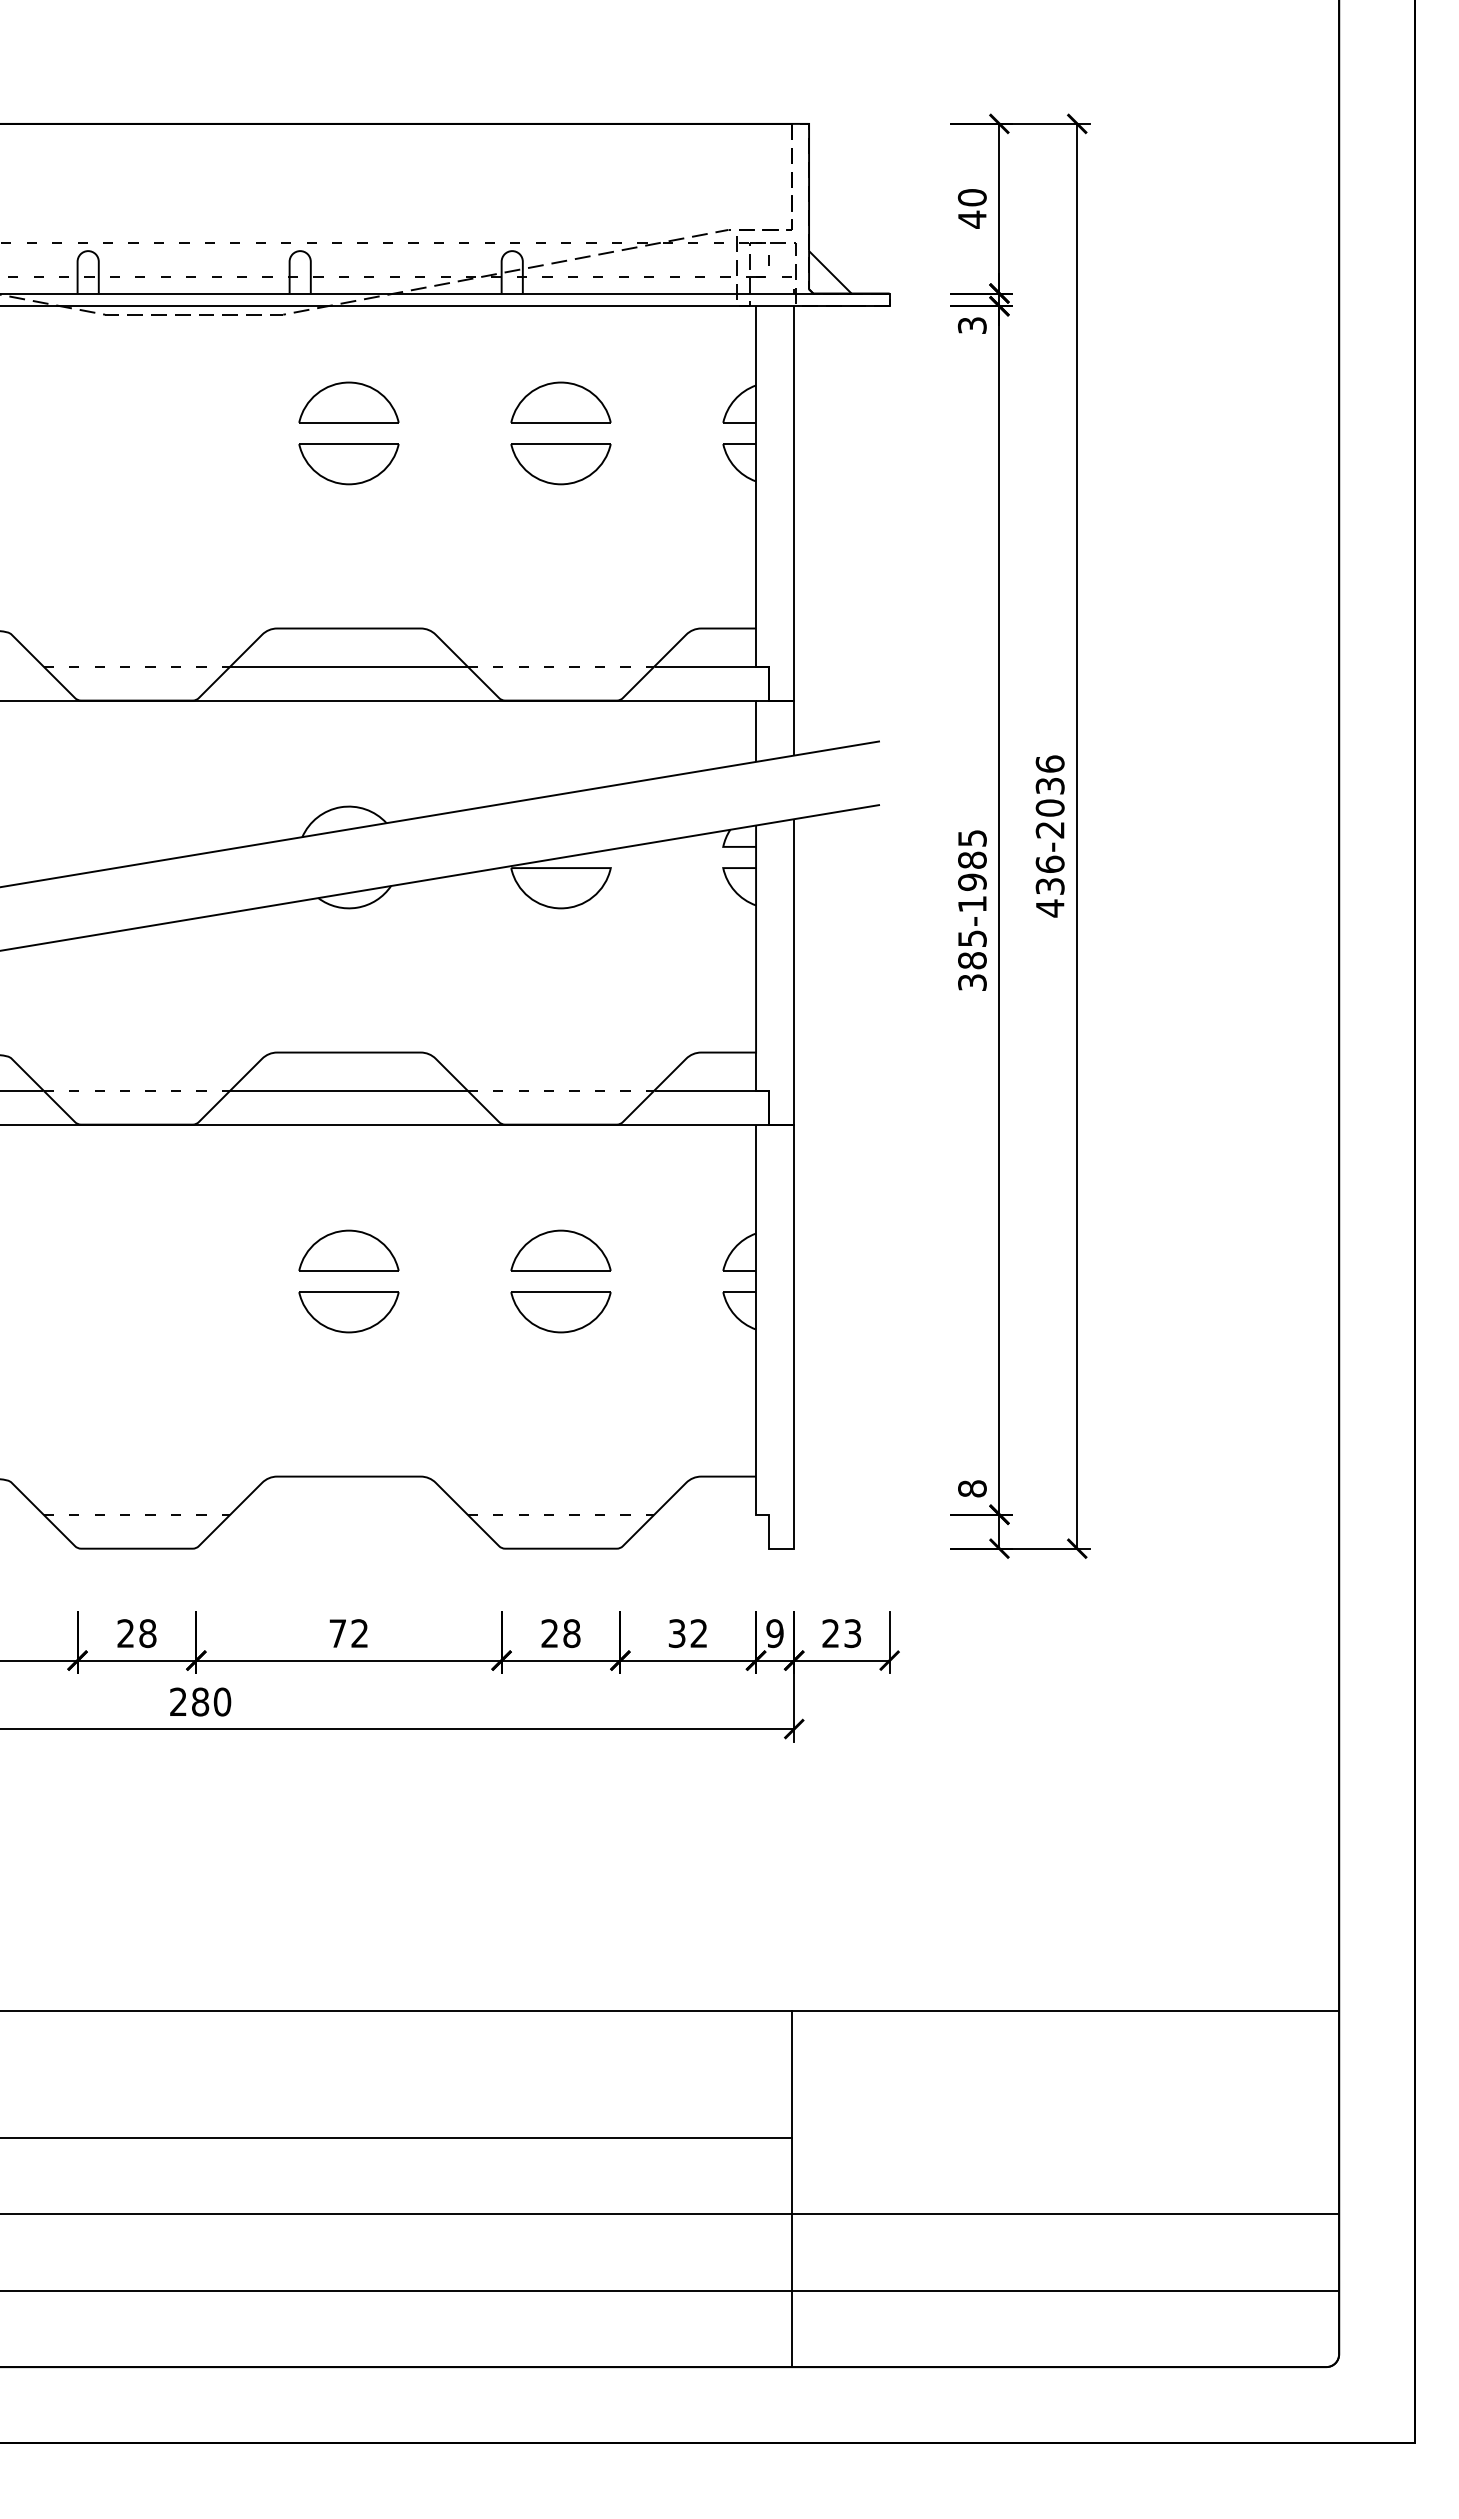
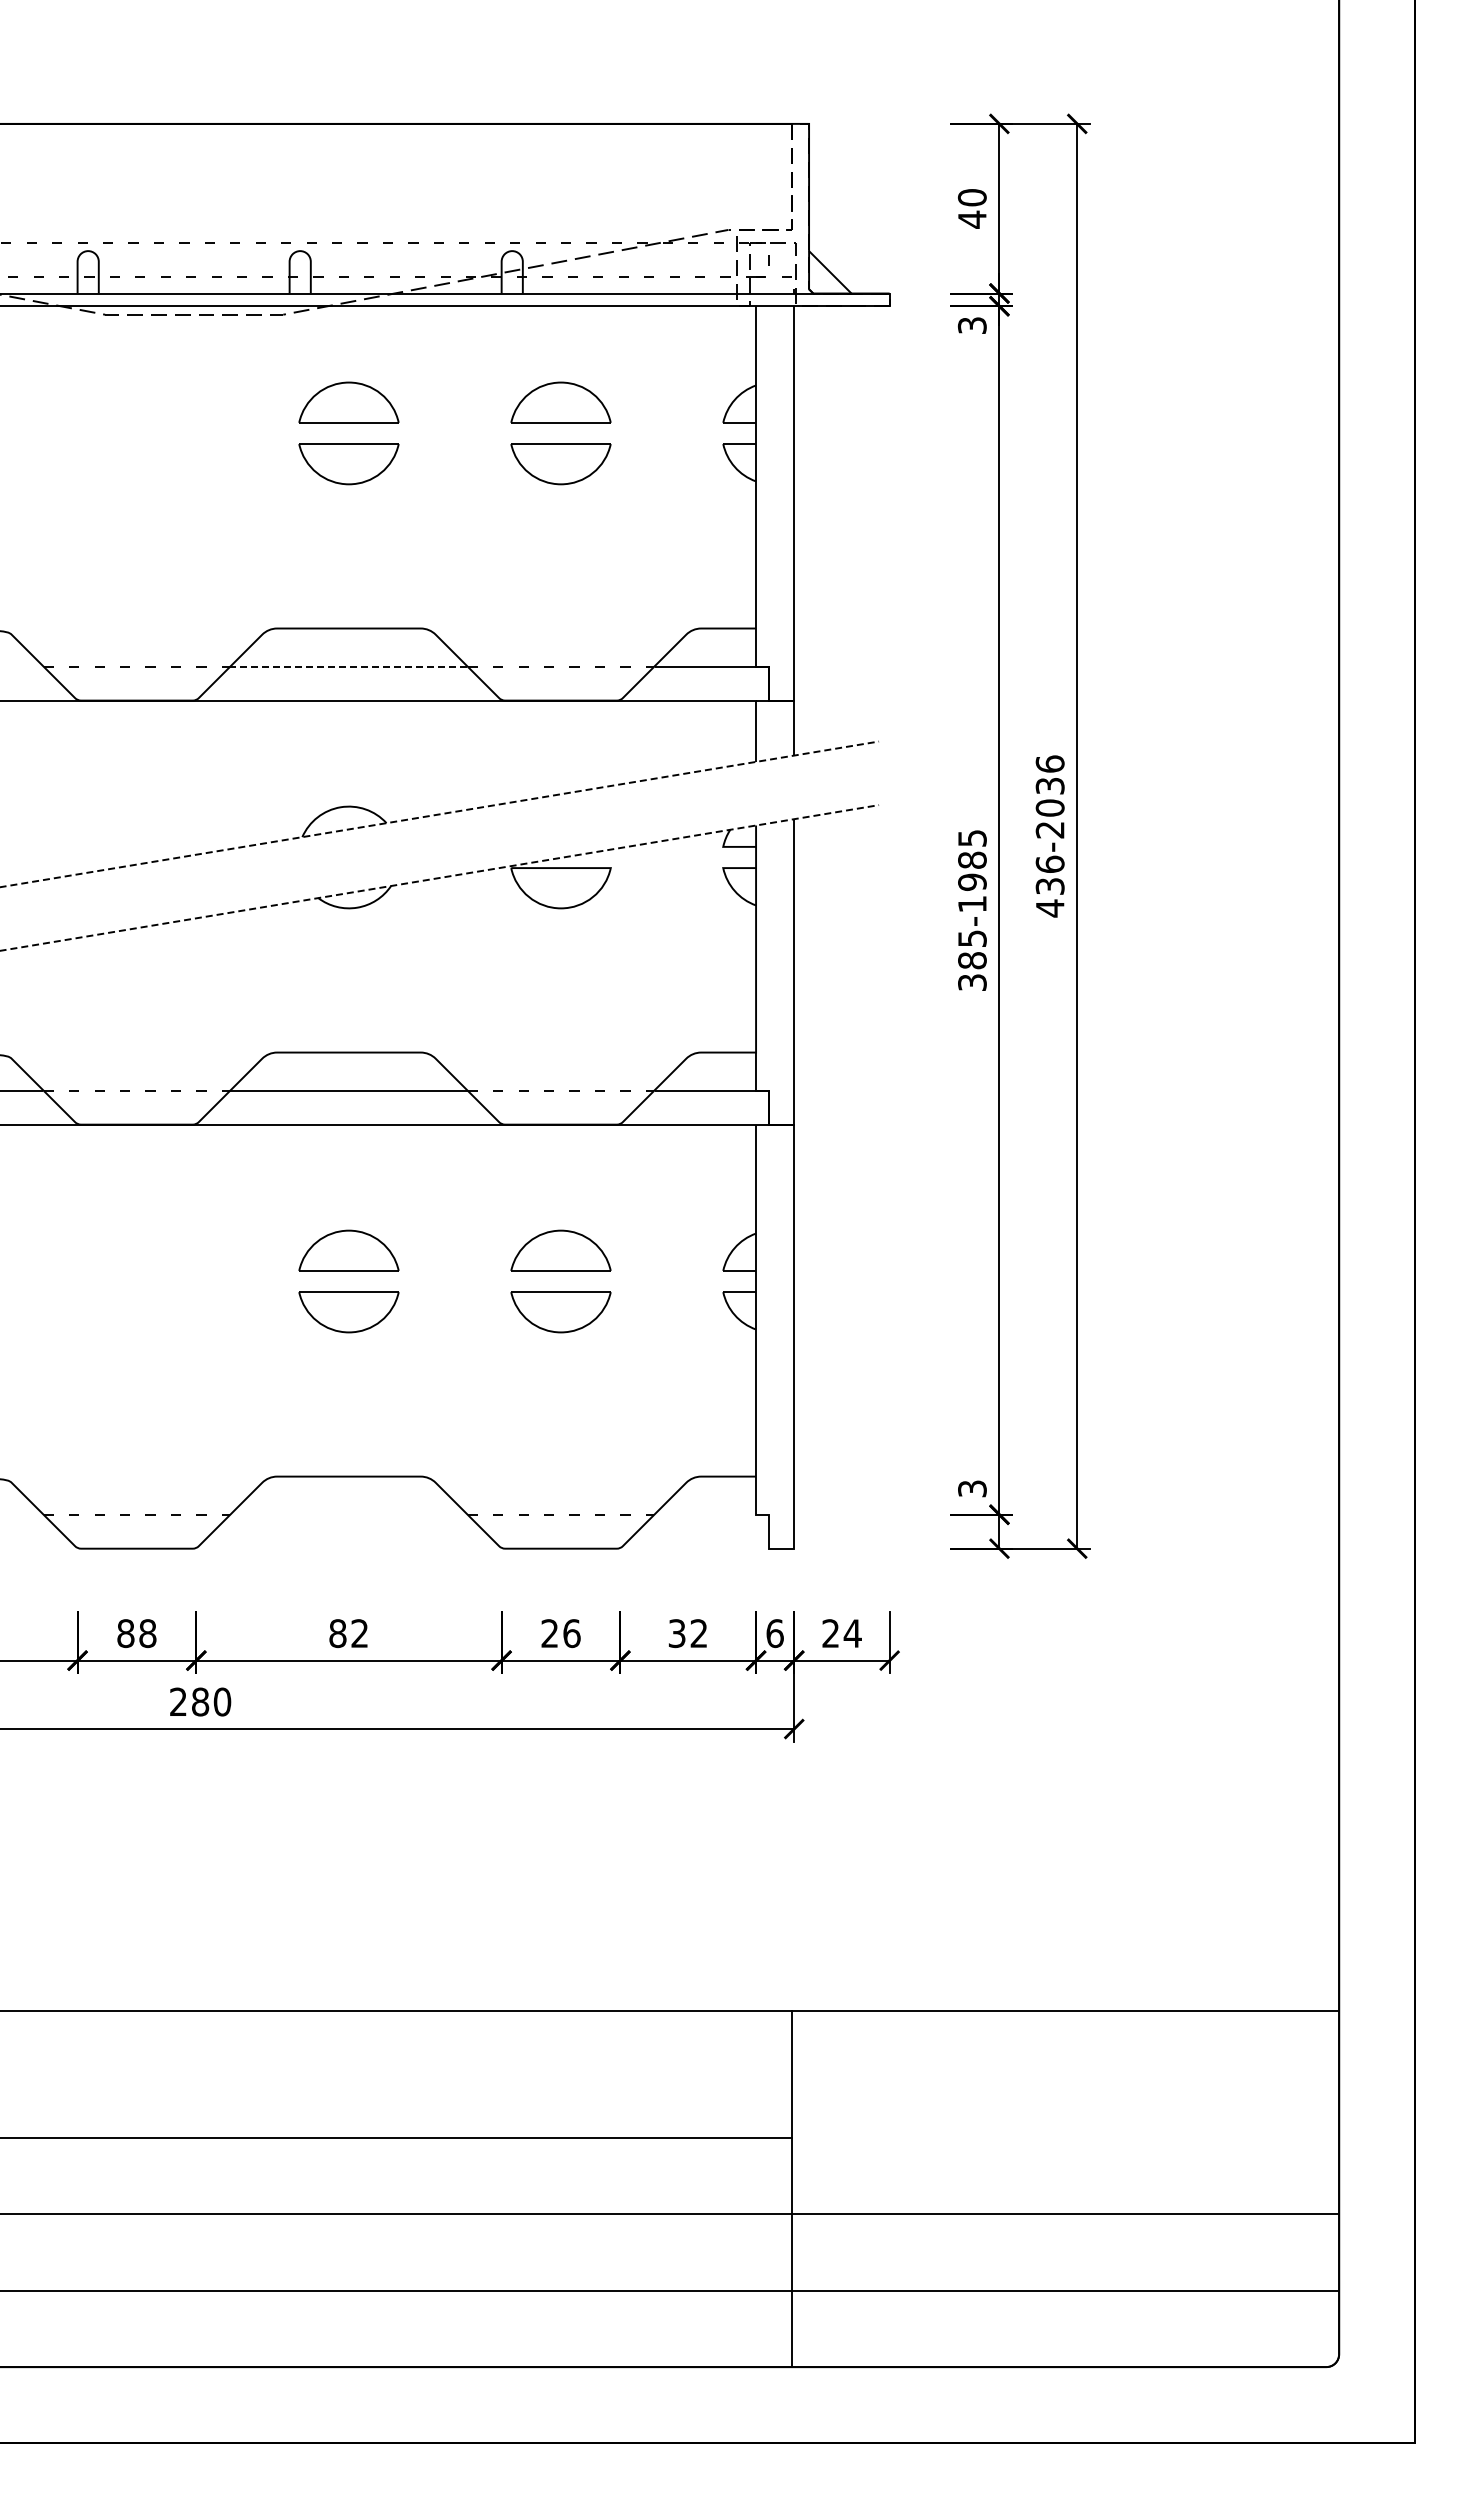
line at (349, 666): solid -> dashed
line at (440, 814): solid -> dashed
line at (440, 877): solid -> dashed
text at (972, 1488): 8 -> 3
text at (125, 1633): 28 -> 88
text at (337, 1633): 72 -> 82
text at (571, 1633): 28 -> 26
text at (774, 1633): 9 -> 6
text at (852, 1633): 23 -> 24
